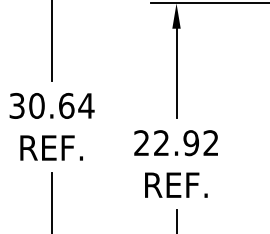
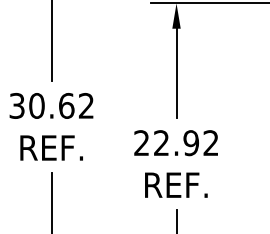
text at (86, 105): 30.64 -> 30.62
